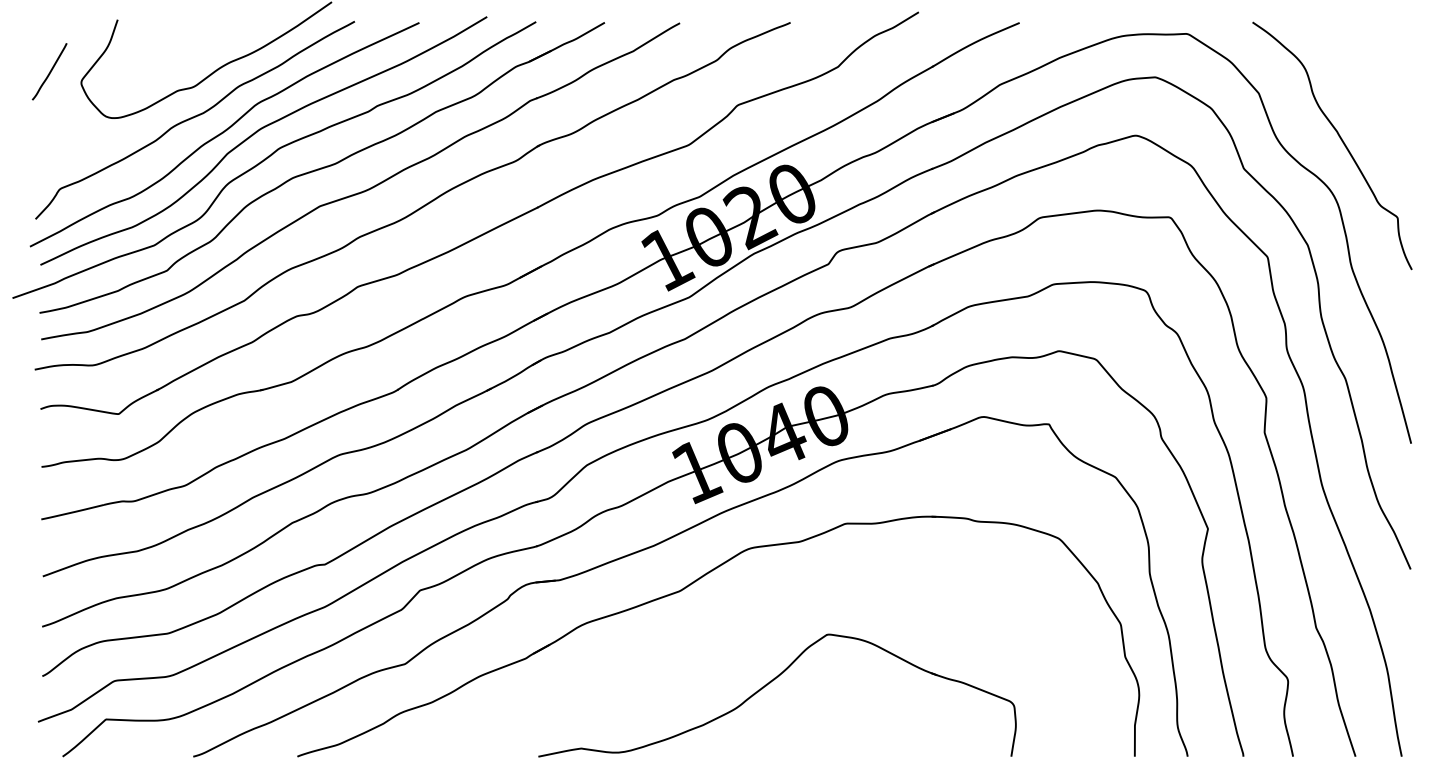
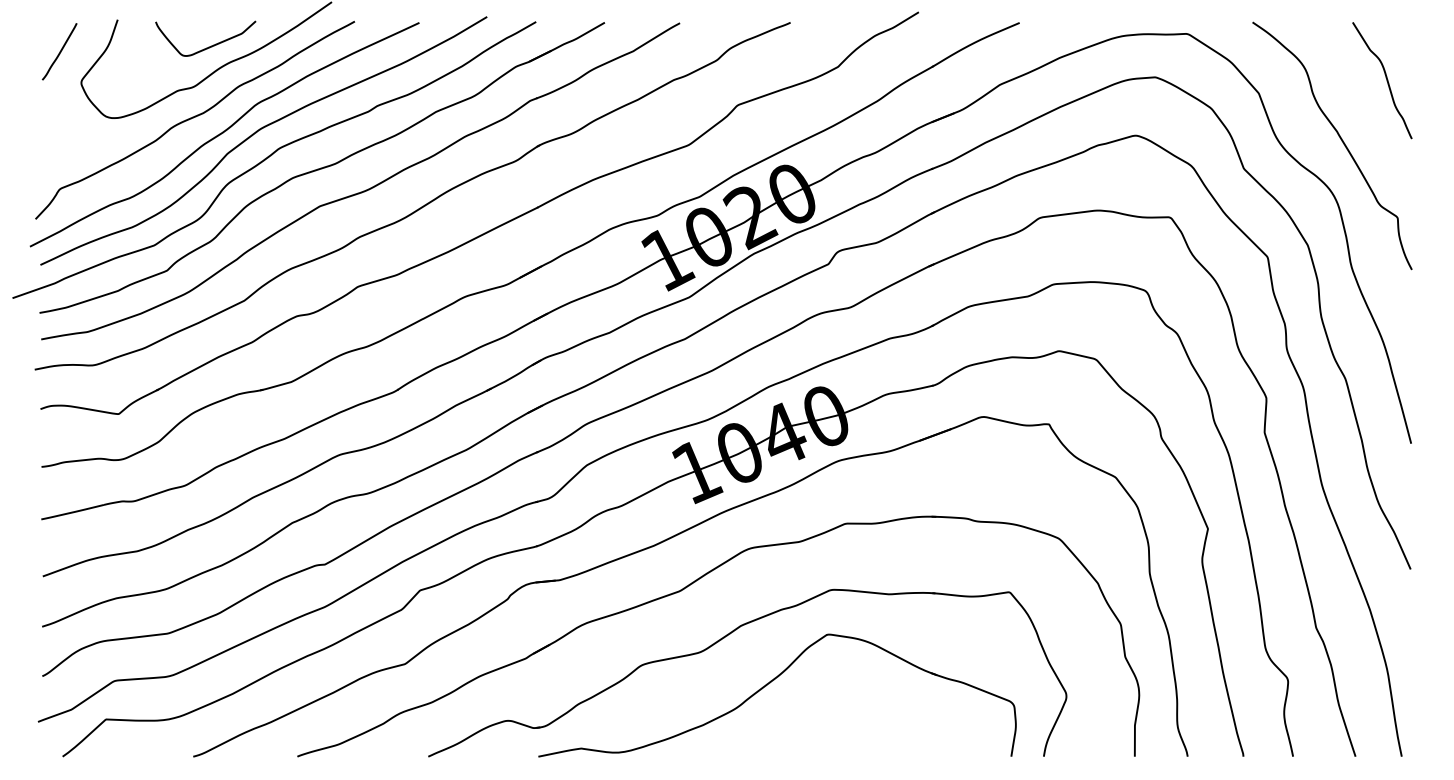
curve at (208, 46): none -> present
line at (49, 71) position: (49, 71) -> (59, 51)
curve at (1386, 80): none -> present
part at (724, 638): none -> present
